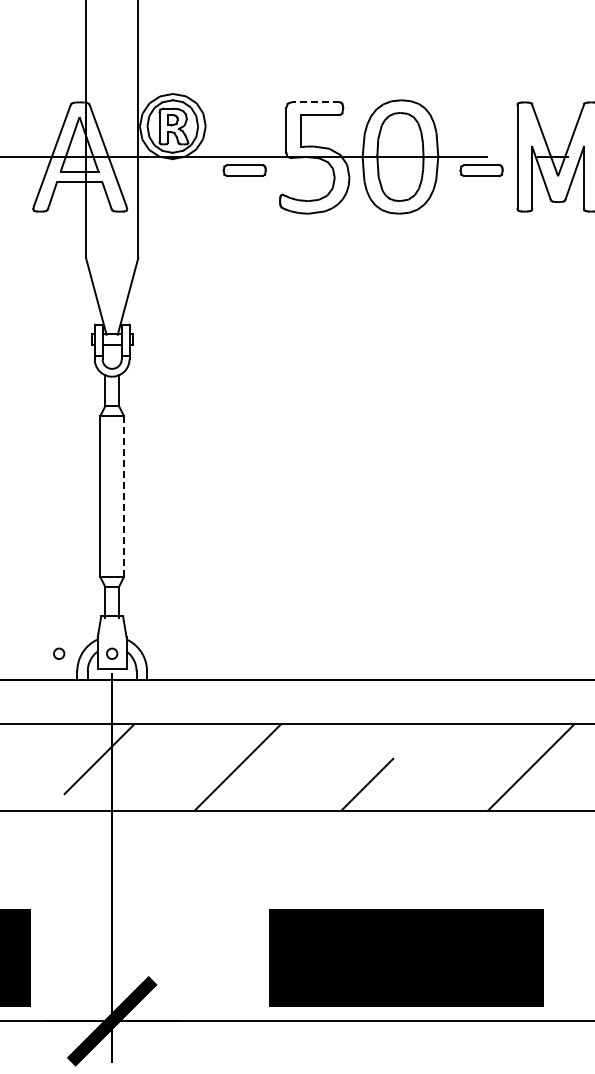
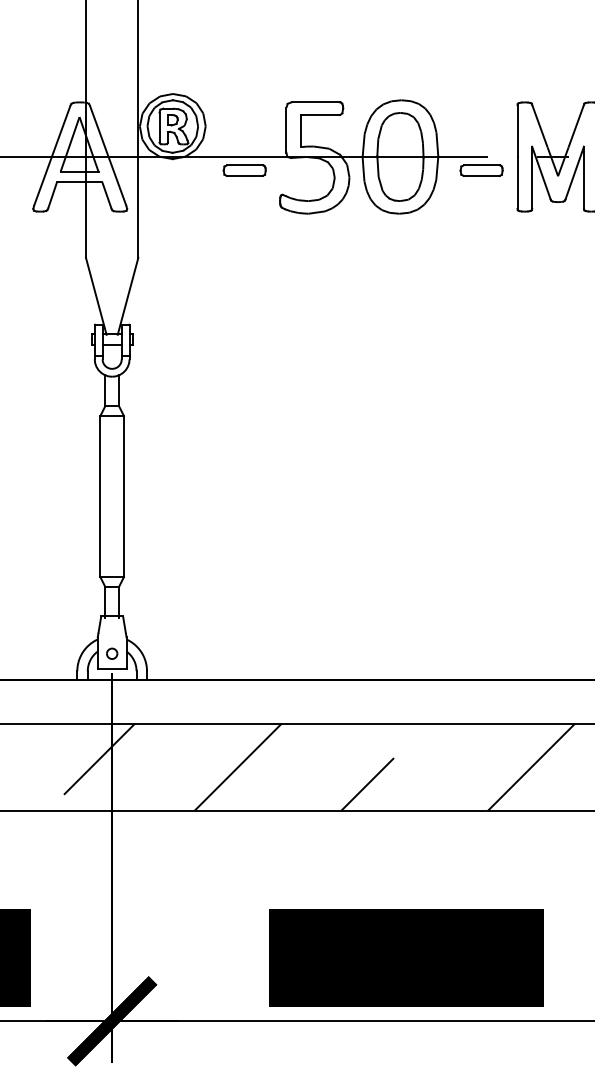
line at (315, 102): dashed -> solid
line at (123, 496): dashed -> solid
part at (59, 653): present -> none
